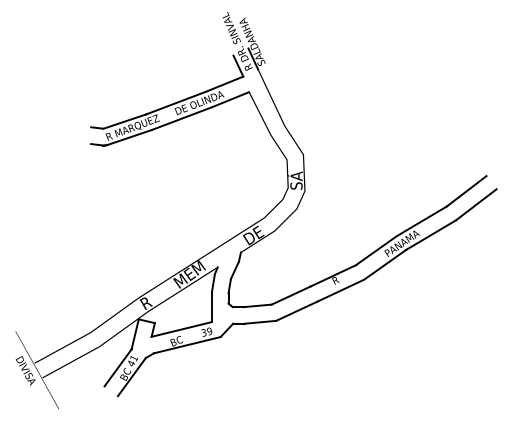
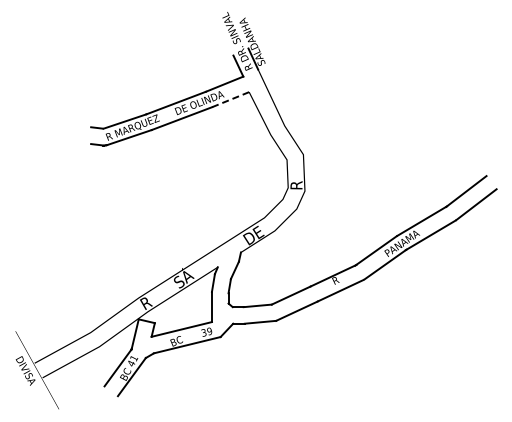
line at (231, 99): solid -> dashed
text at (295, 180): SÁ -> R
text at (189, 274): MEM -> SÁ
